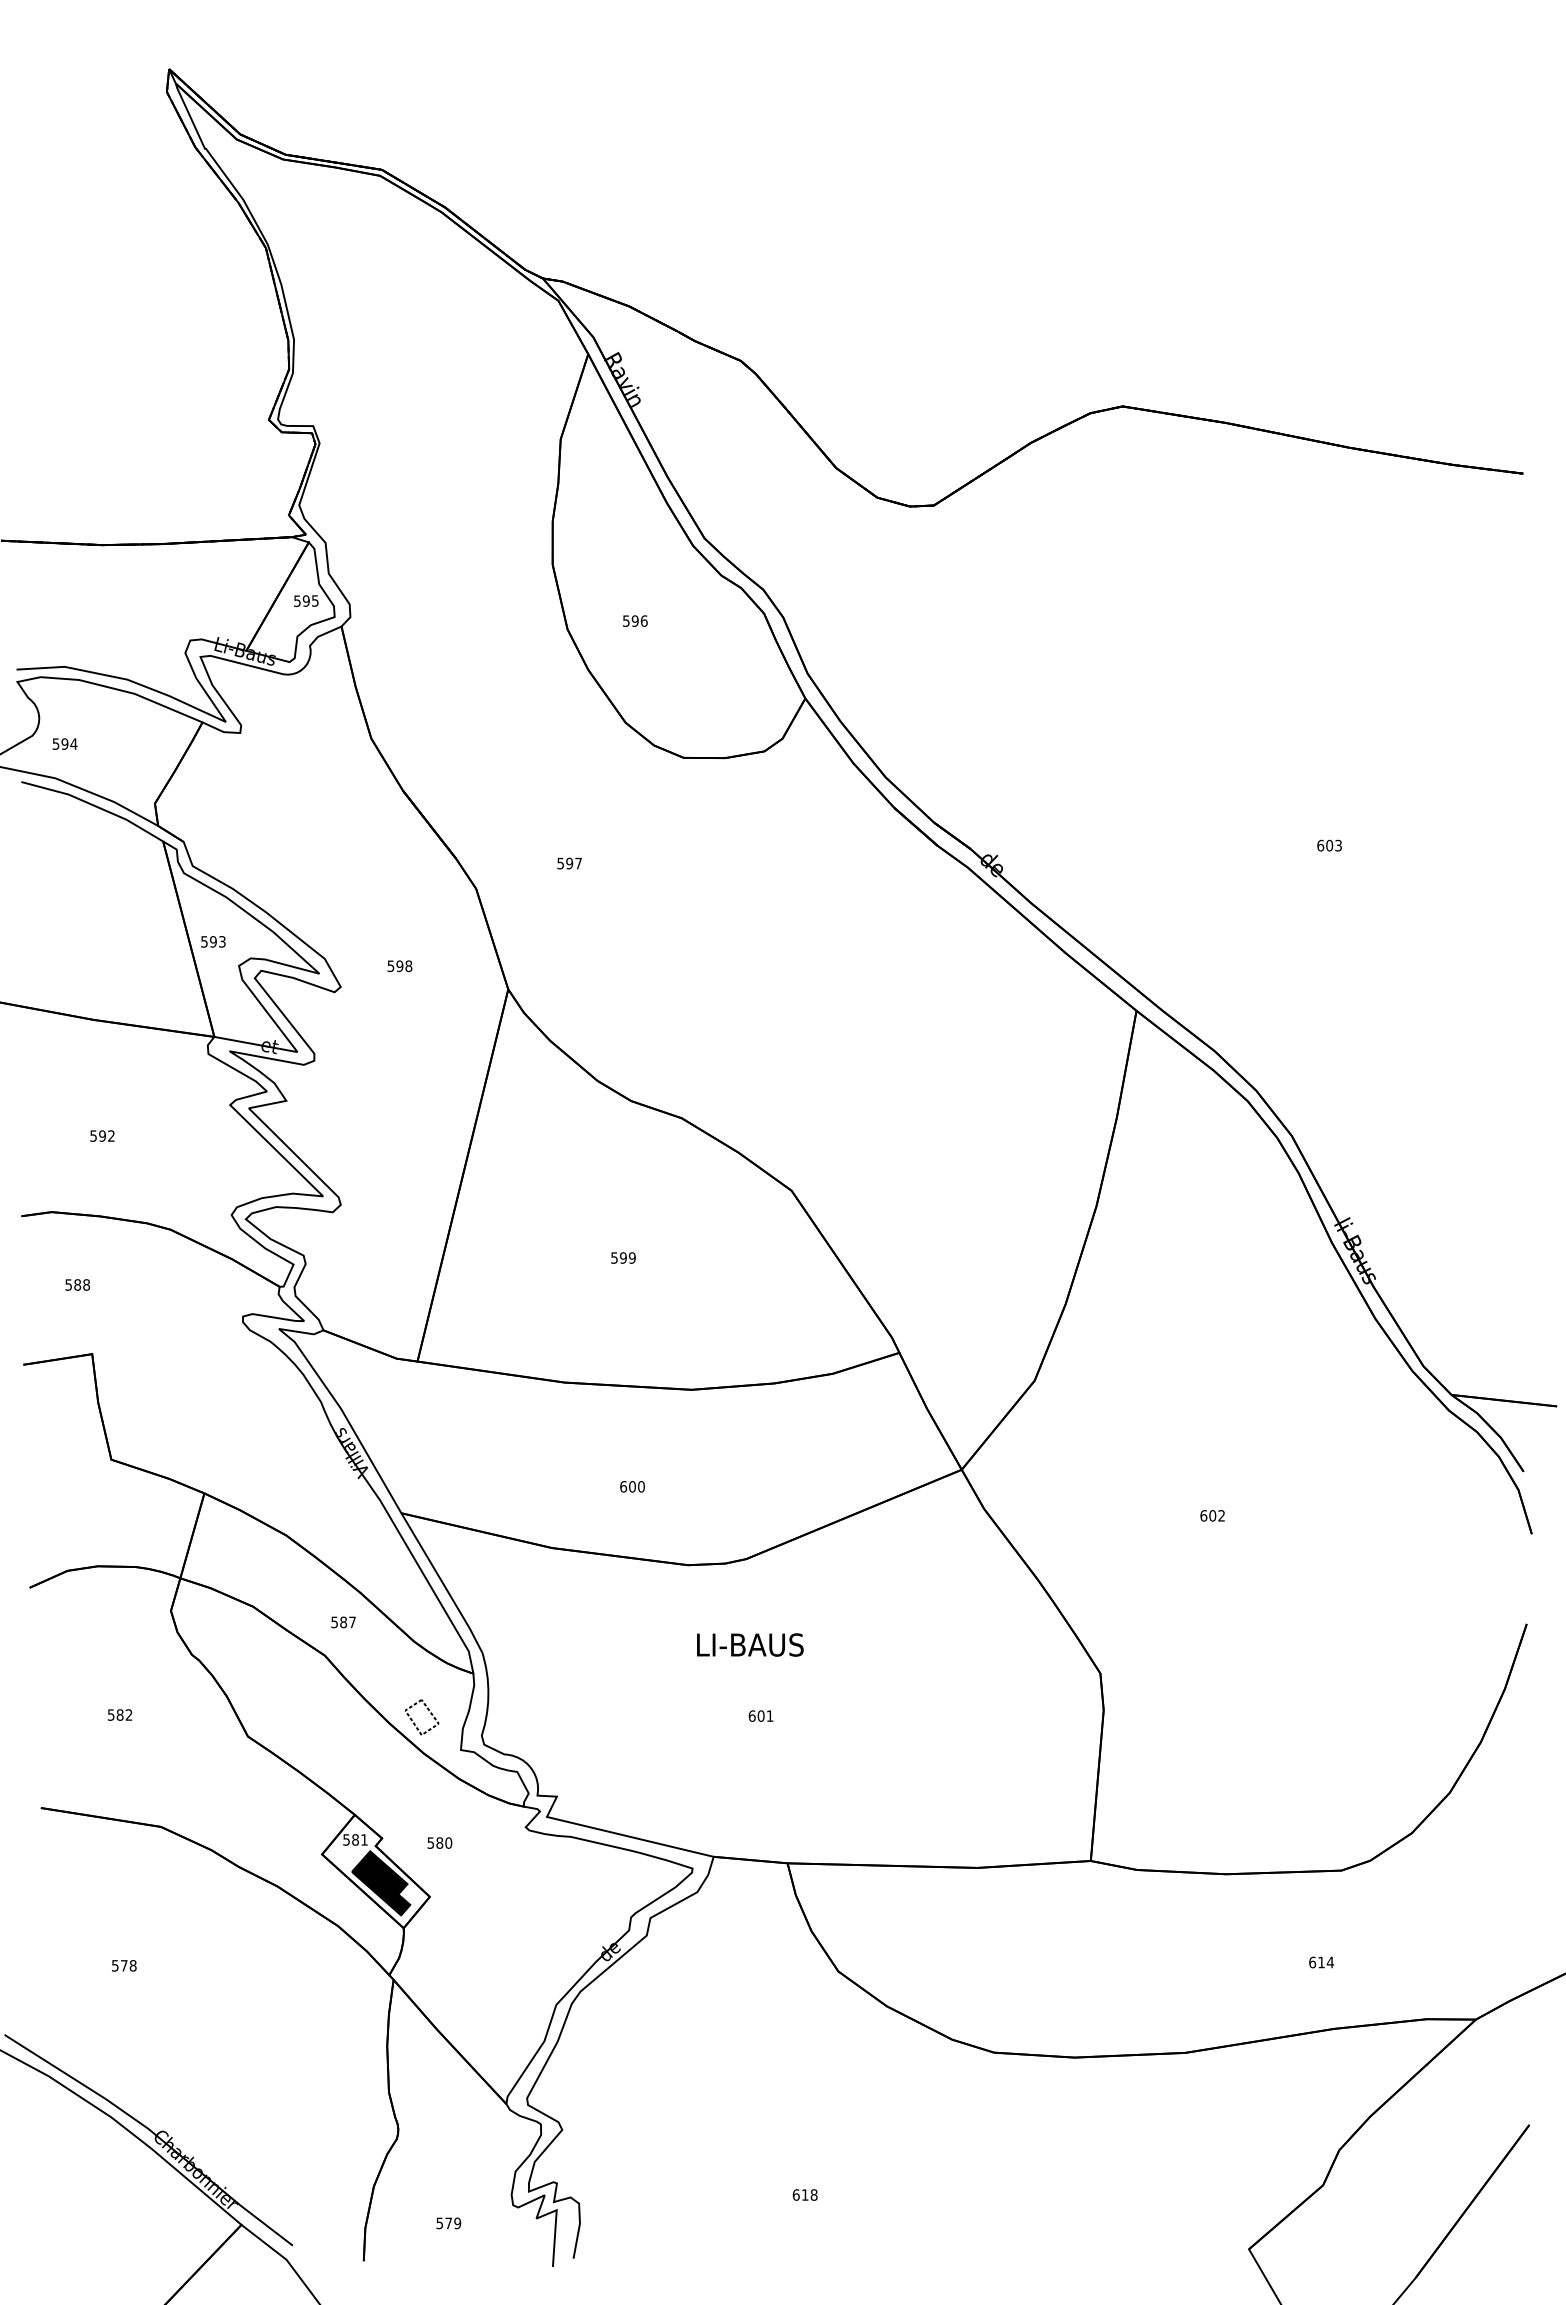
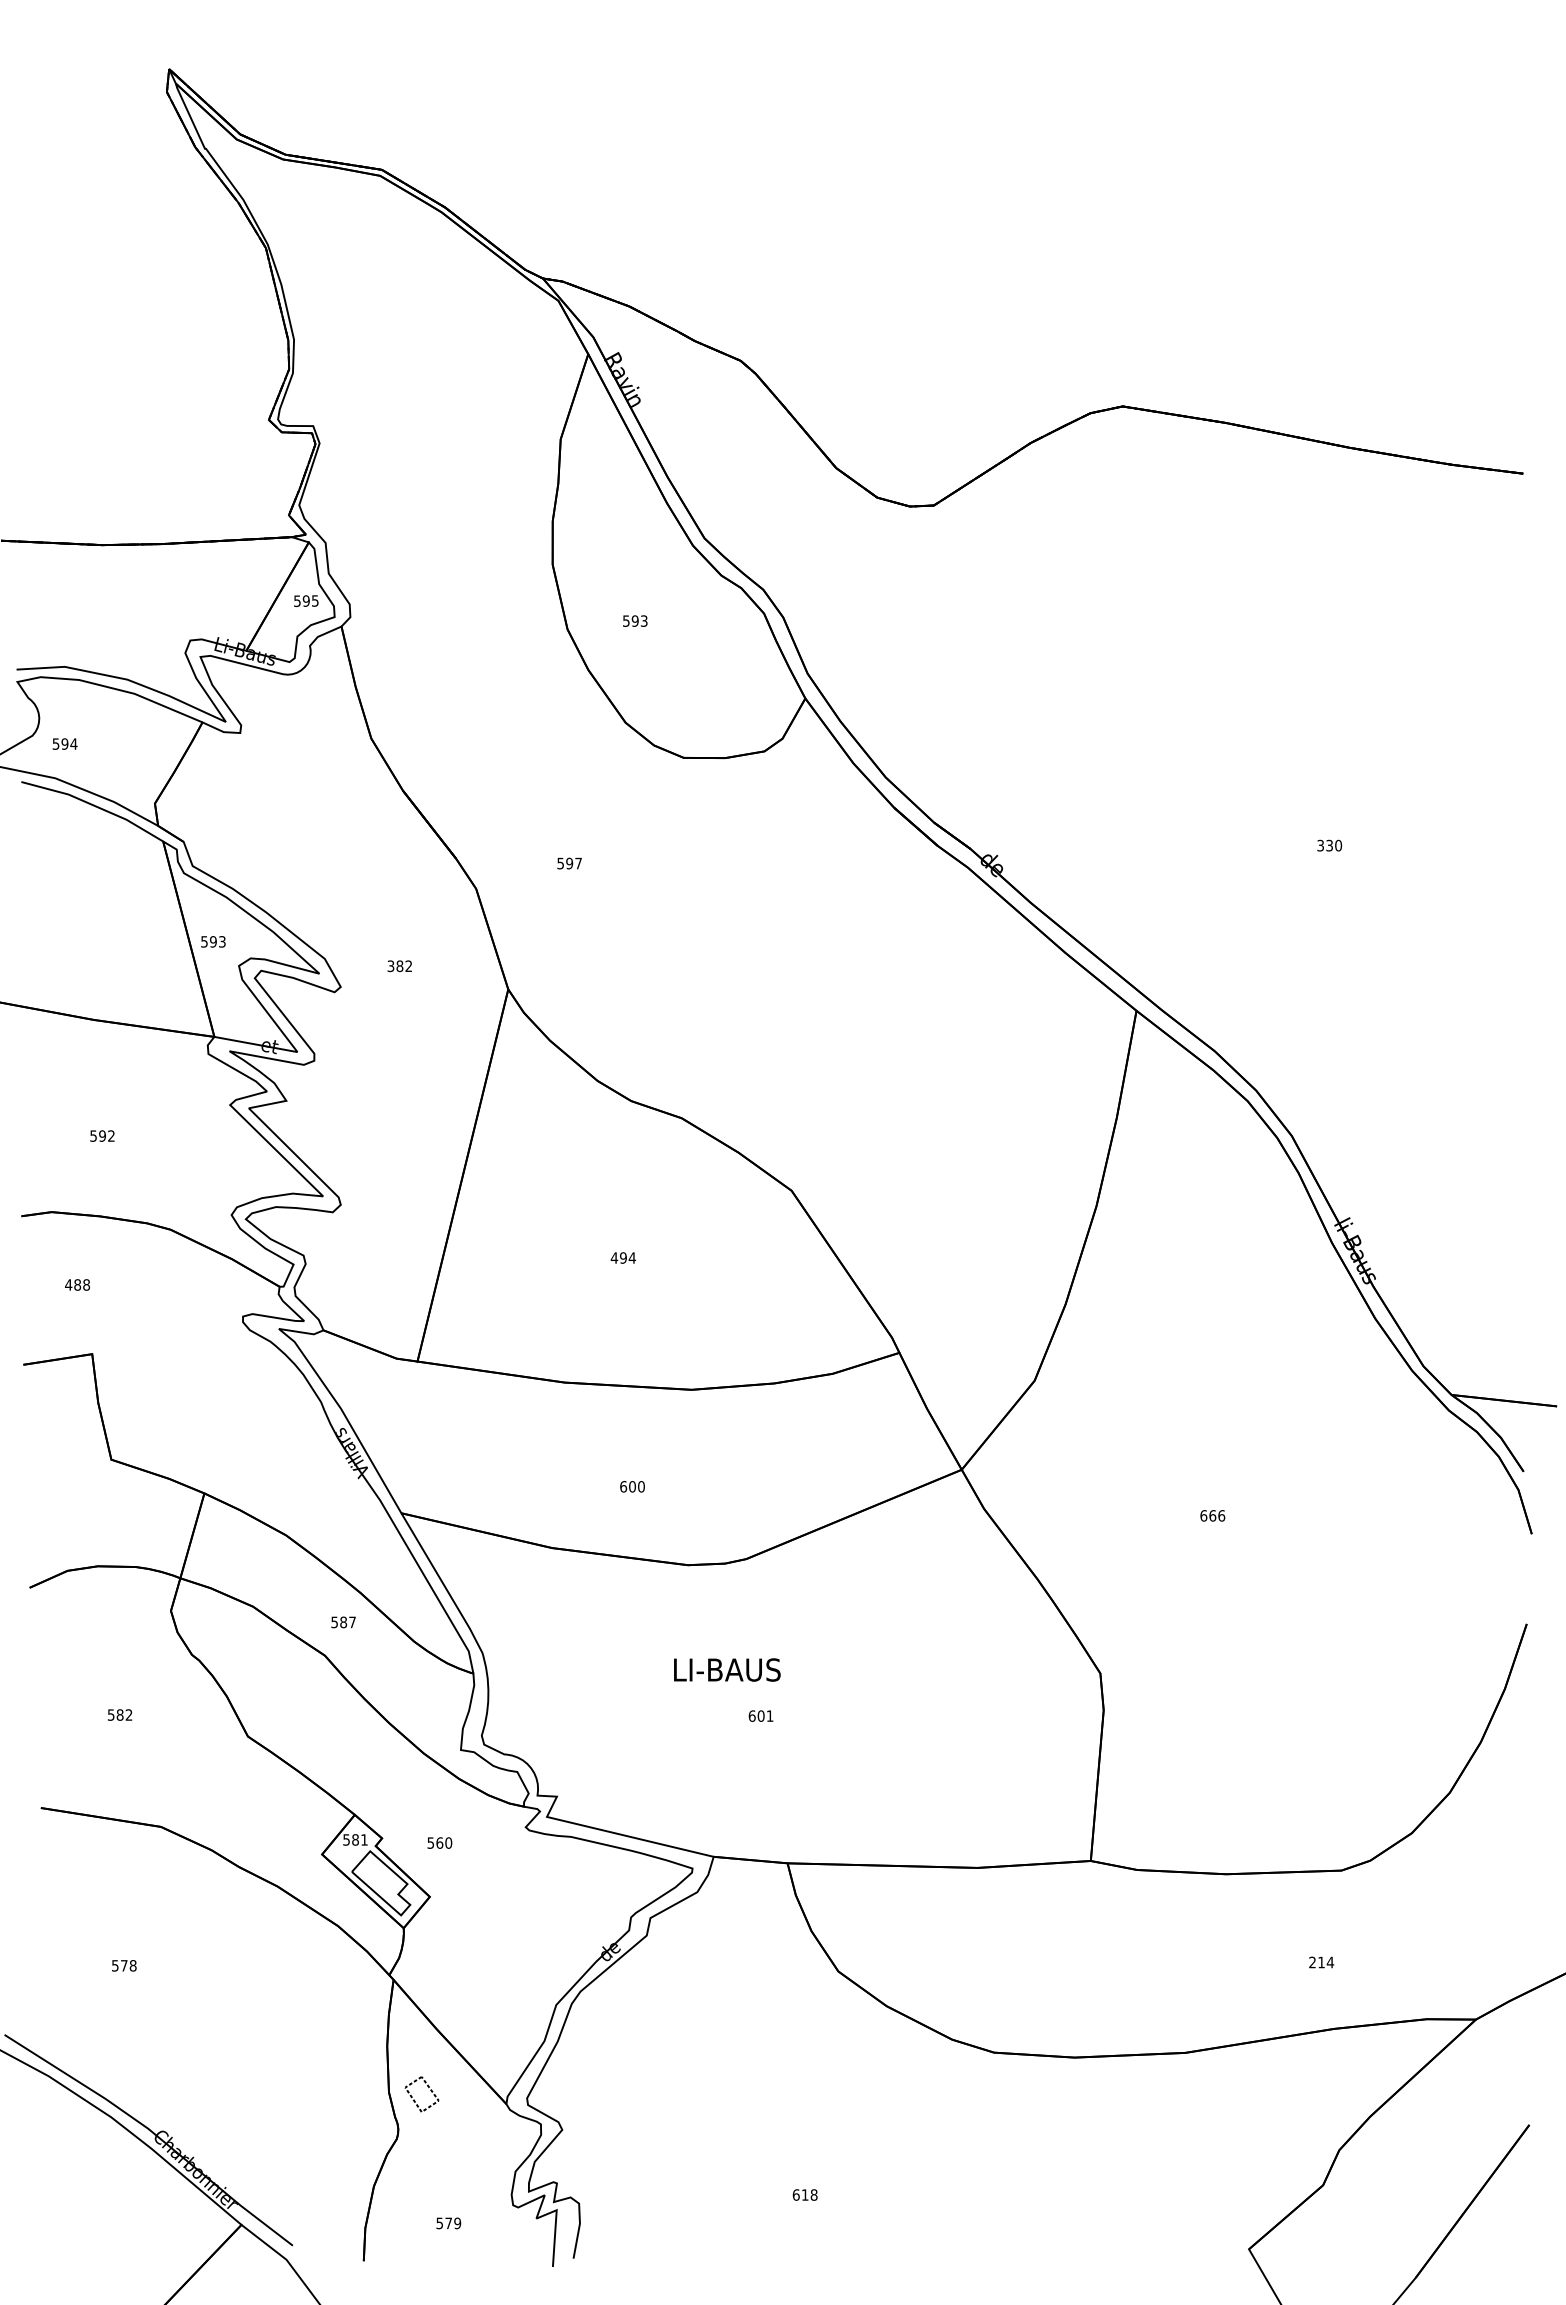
text at (643, 620): 596 -> 593
text at (1329, 845): 603 -> 330
text at (400, 966): 598 -> 382
text at (623, 1257): 599 -> 494
text at (68, 1284): 588 -> 488
text at (1217, 1515): 602 -> 666
text at (750, 1644) position: (750, 1644) -> (727, 1669)
part at (415, 1723) position: (415, 1723) -> (415, 2100)
text at (439, 1842): 580 -> 560
fill at (380, 1883): present -> none
text at (1312, 1962): 614 -> 214
